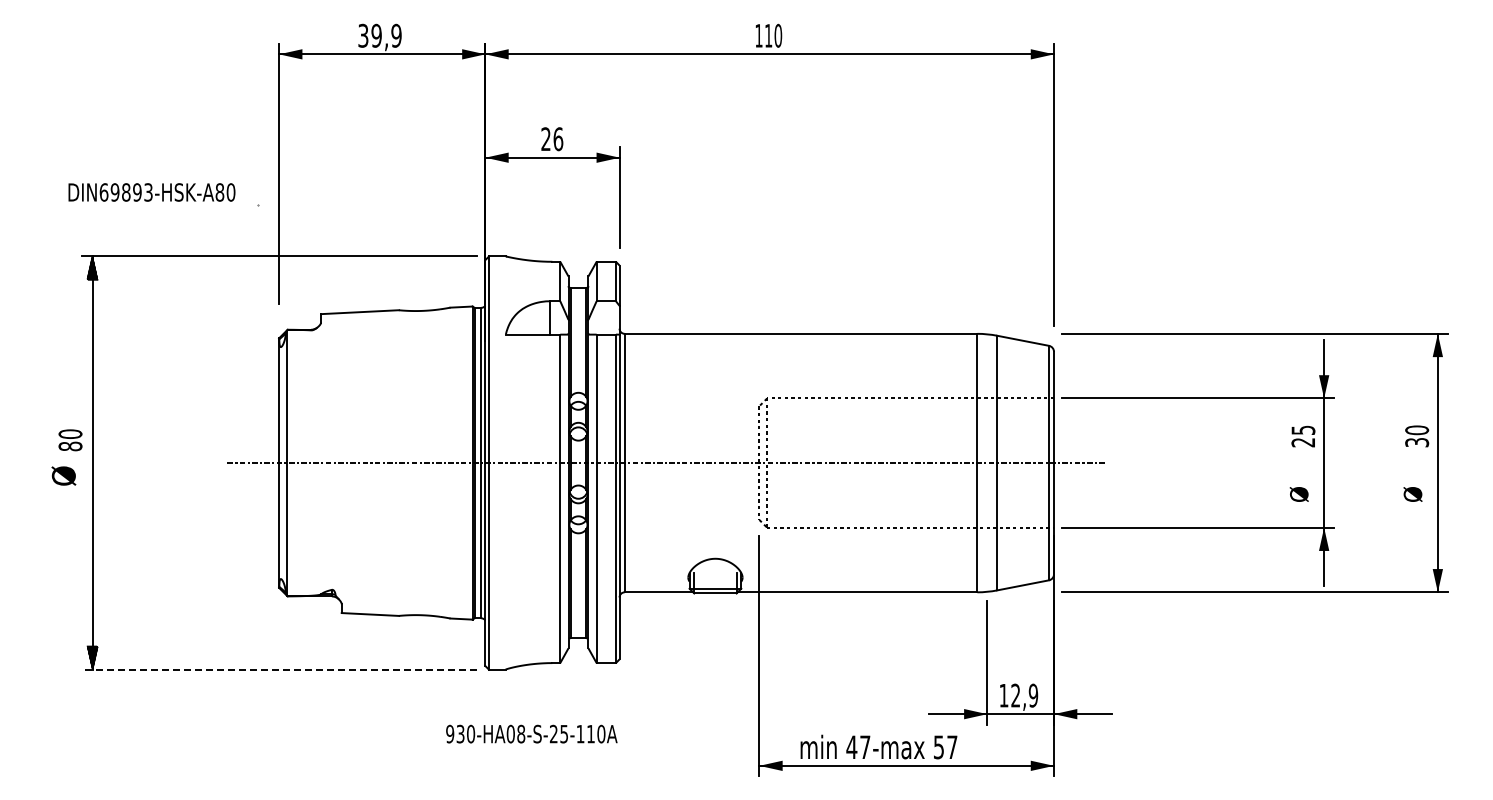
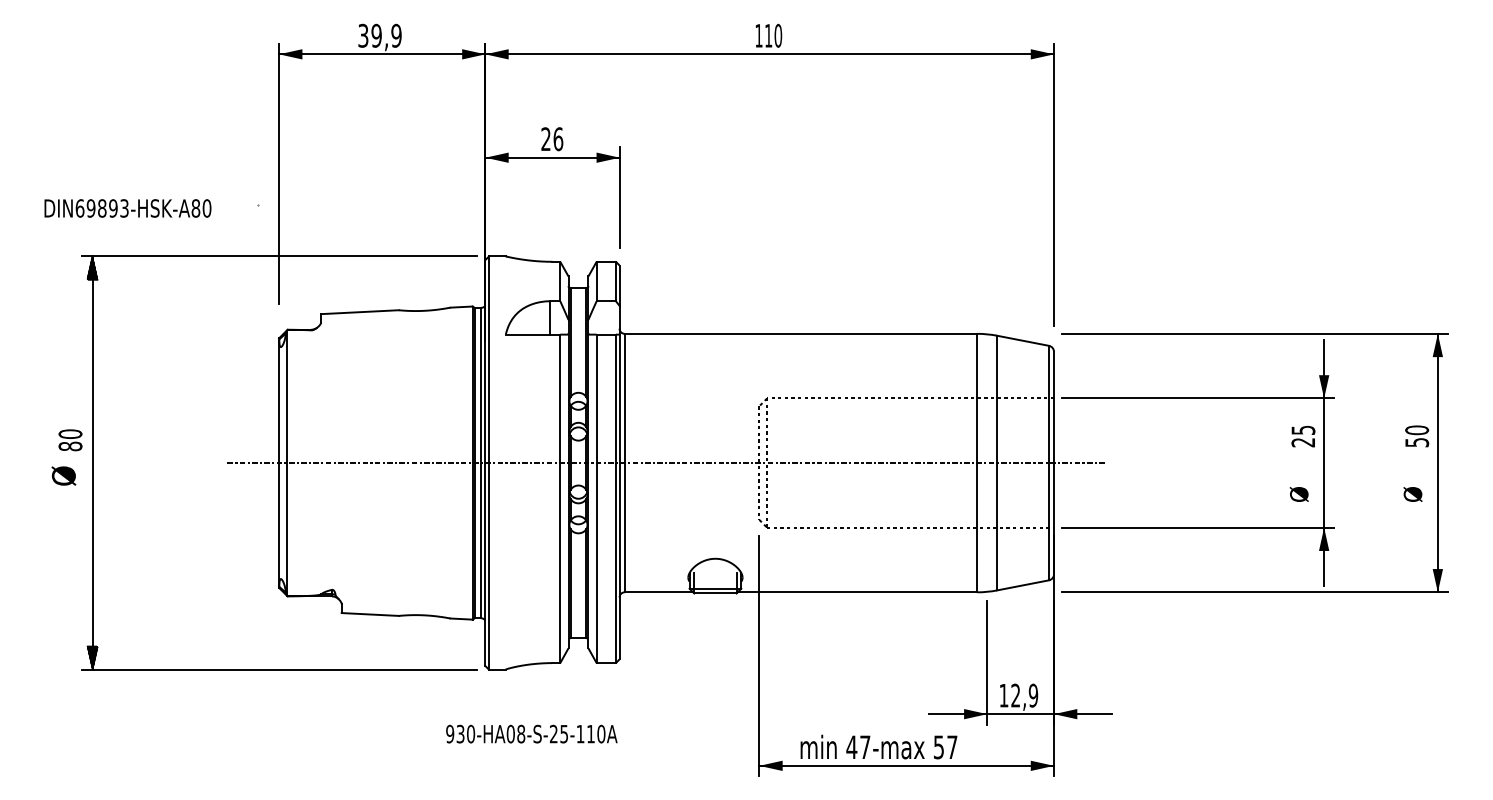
text at (151, 192) position: (151, 192) -> (127, 208)
text at (1416, 442): 30 -> 50
line at (279, 669): dashed -> solid
